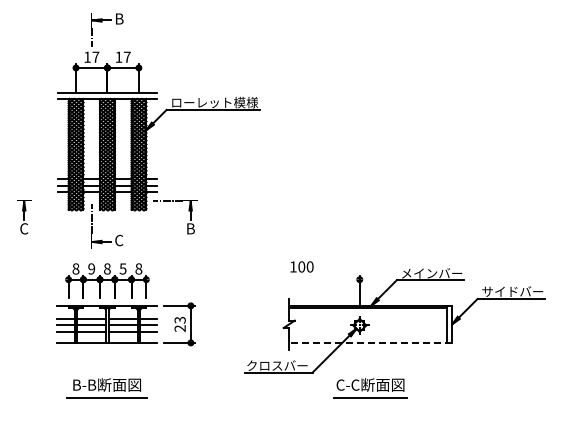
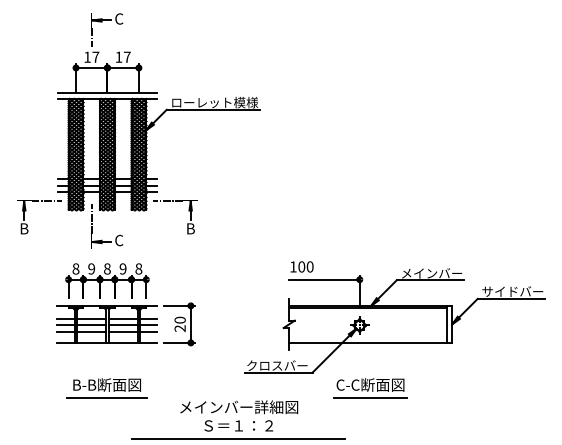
text at (119, 18): B -> C
line at (46, 200): none -> present
text at (24, 228): C -> B
text at (122, 268): 5 -> 9
line at (324, 279): none -> present
text at (179, 319): 23 -> 20
line at (370, 342): dashed -> solid
part at (238, 419): none -> present
